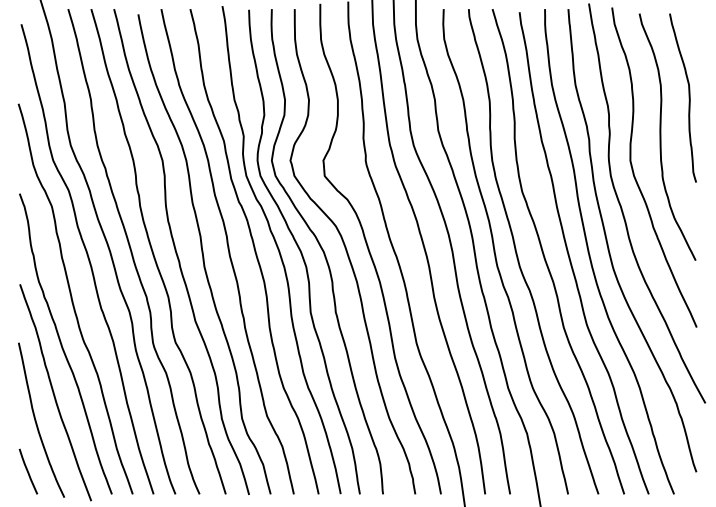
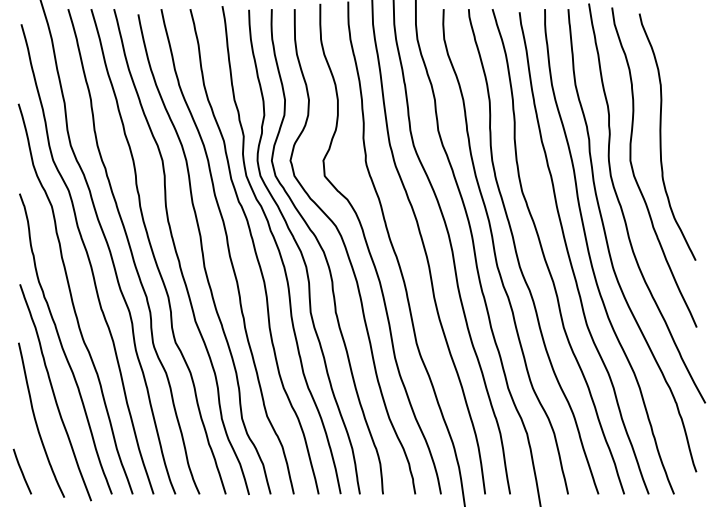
curve at (688, 97): present -> none
line at (28, 471) position: (28, 471) -> (22, 471)
